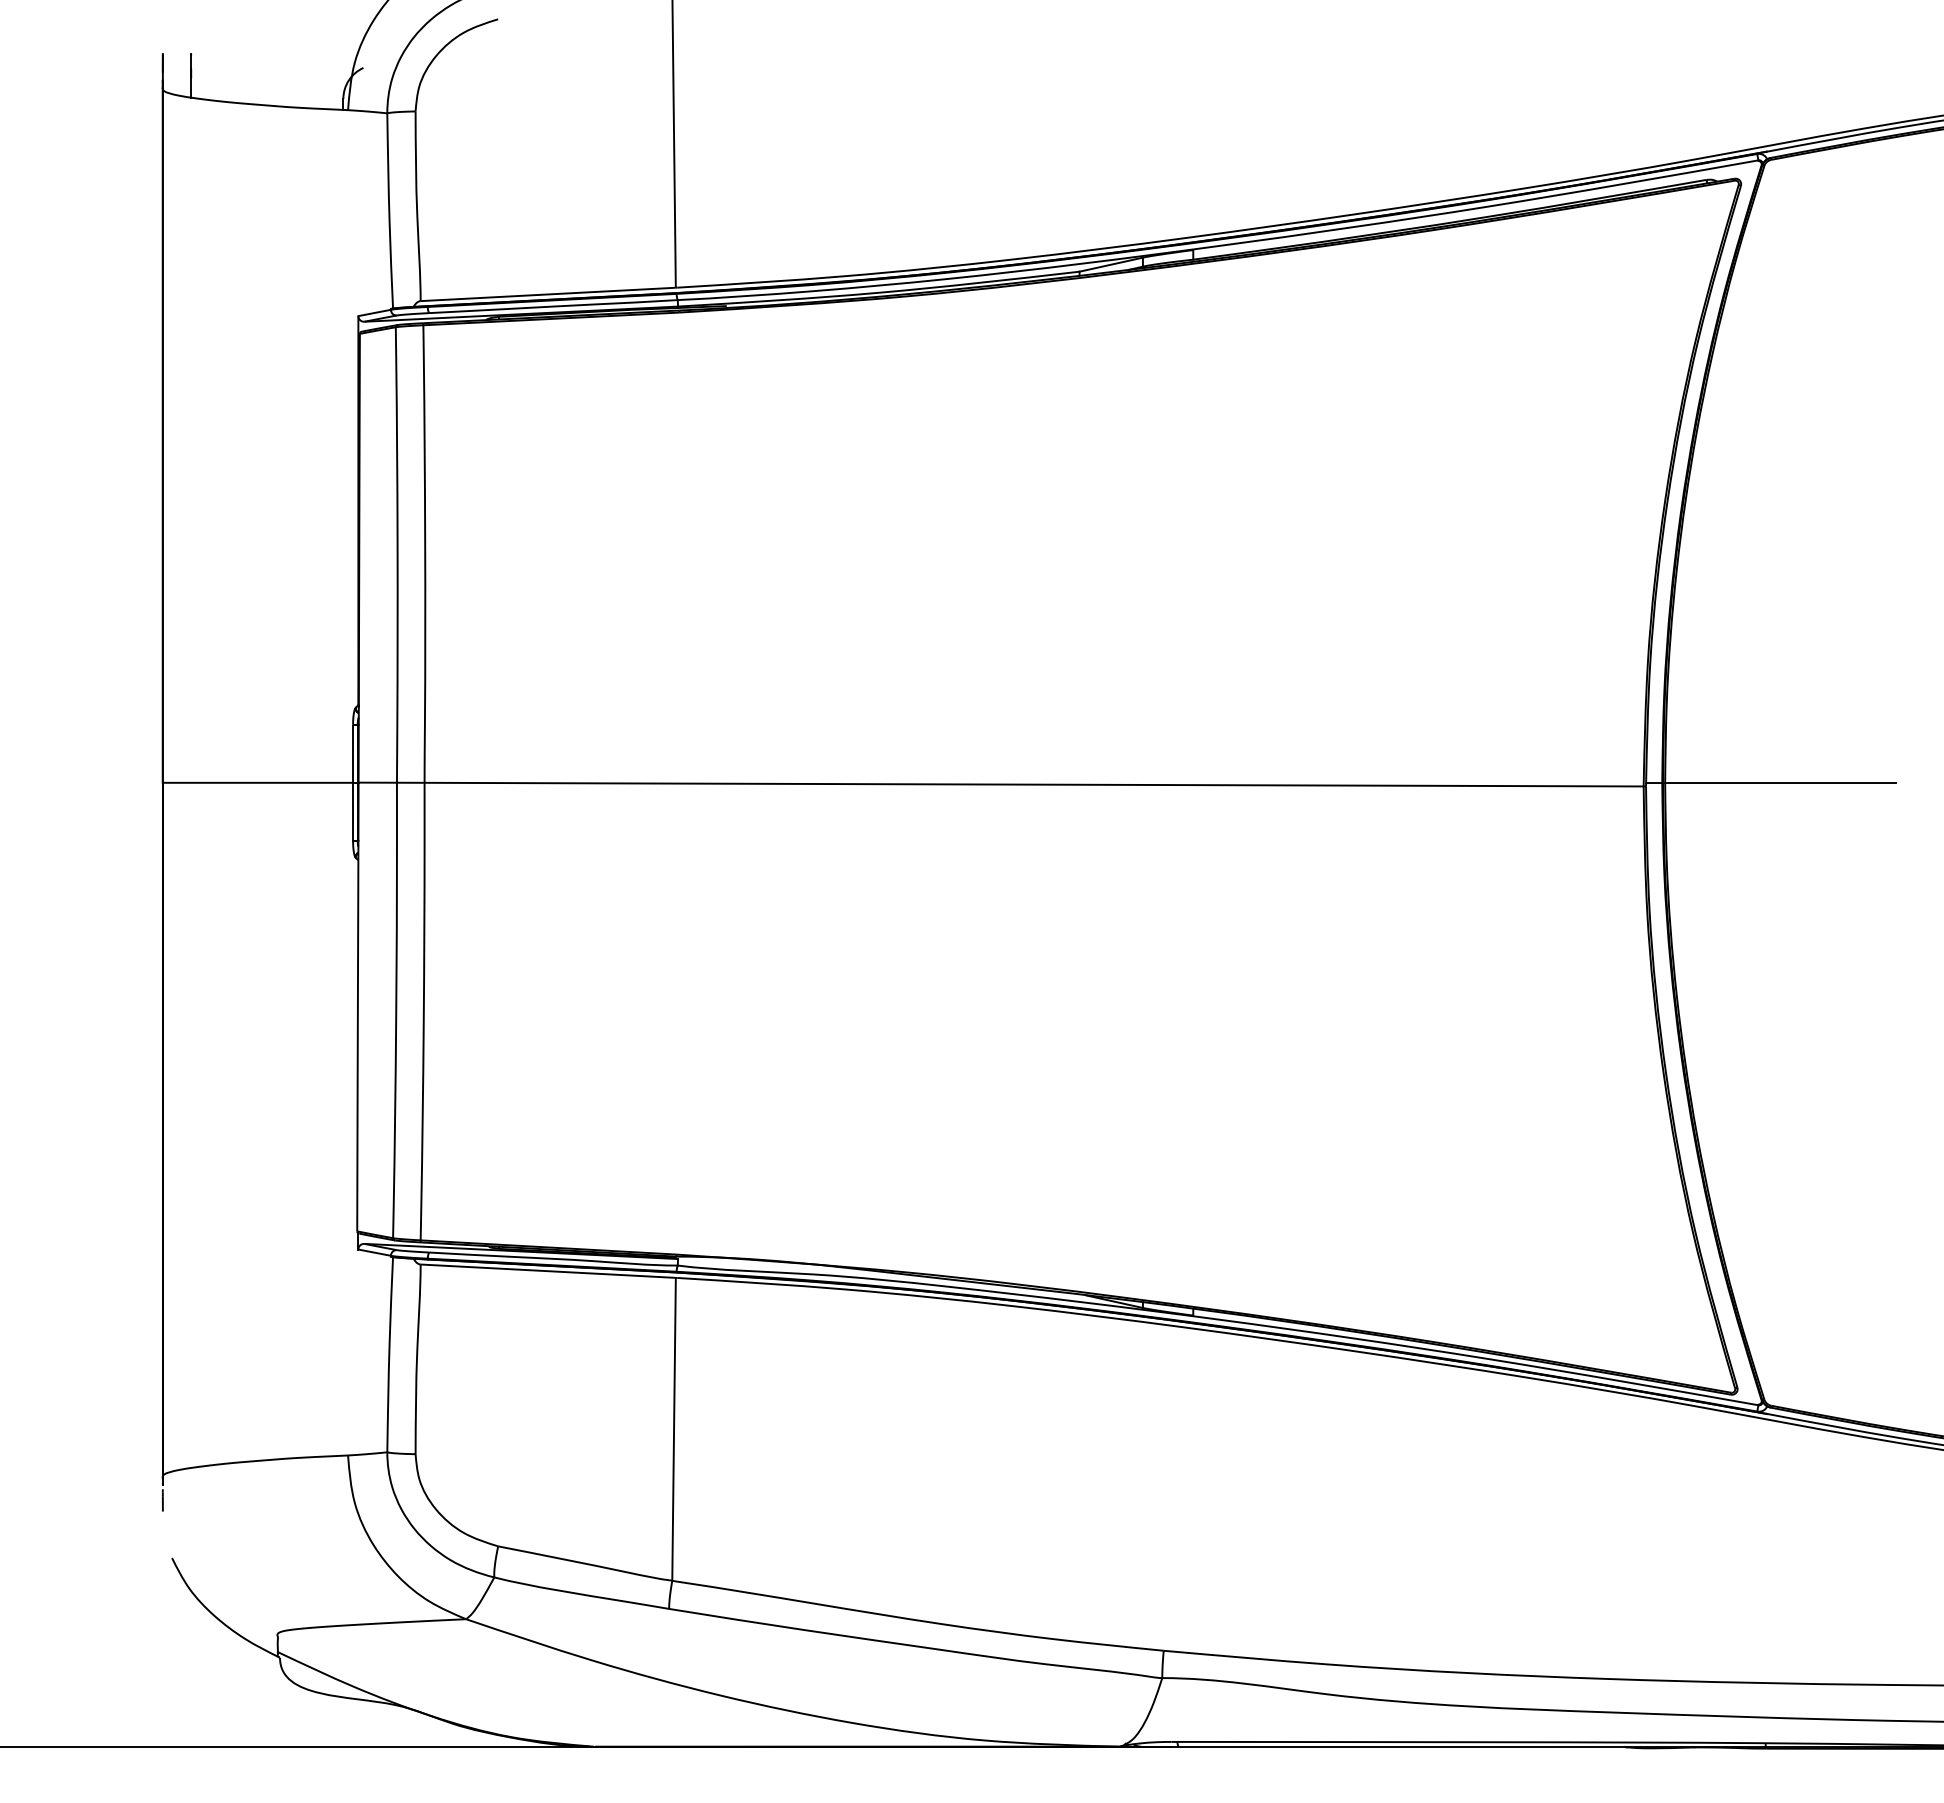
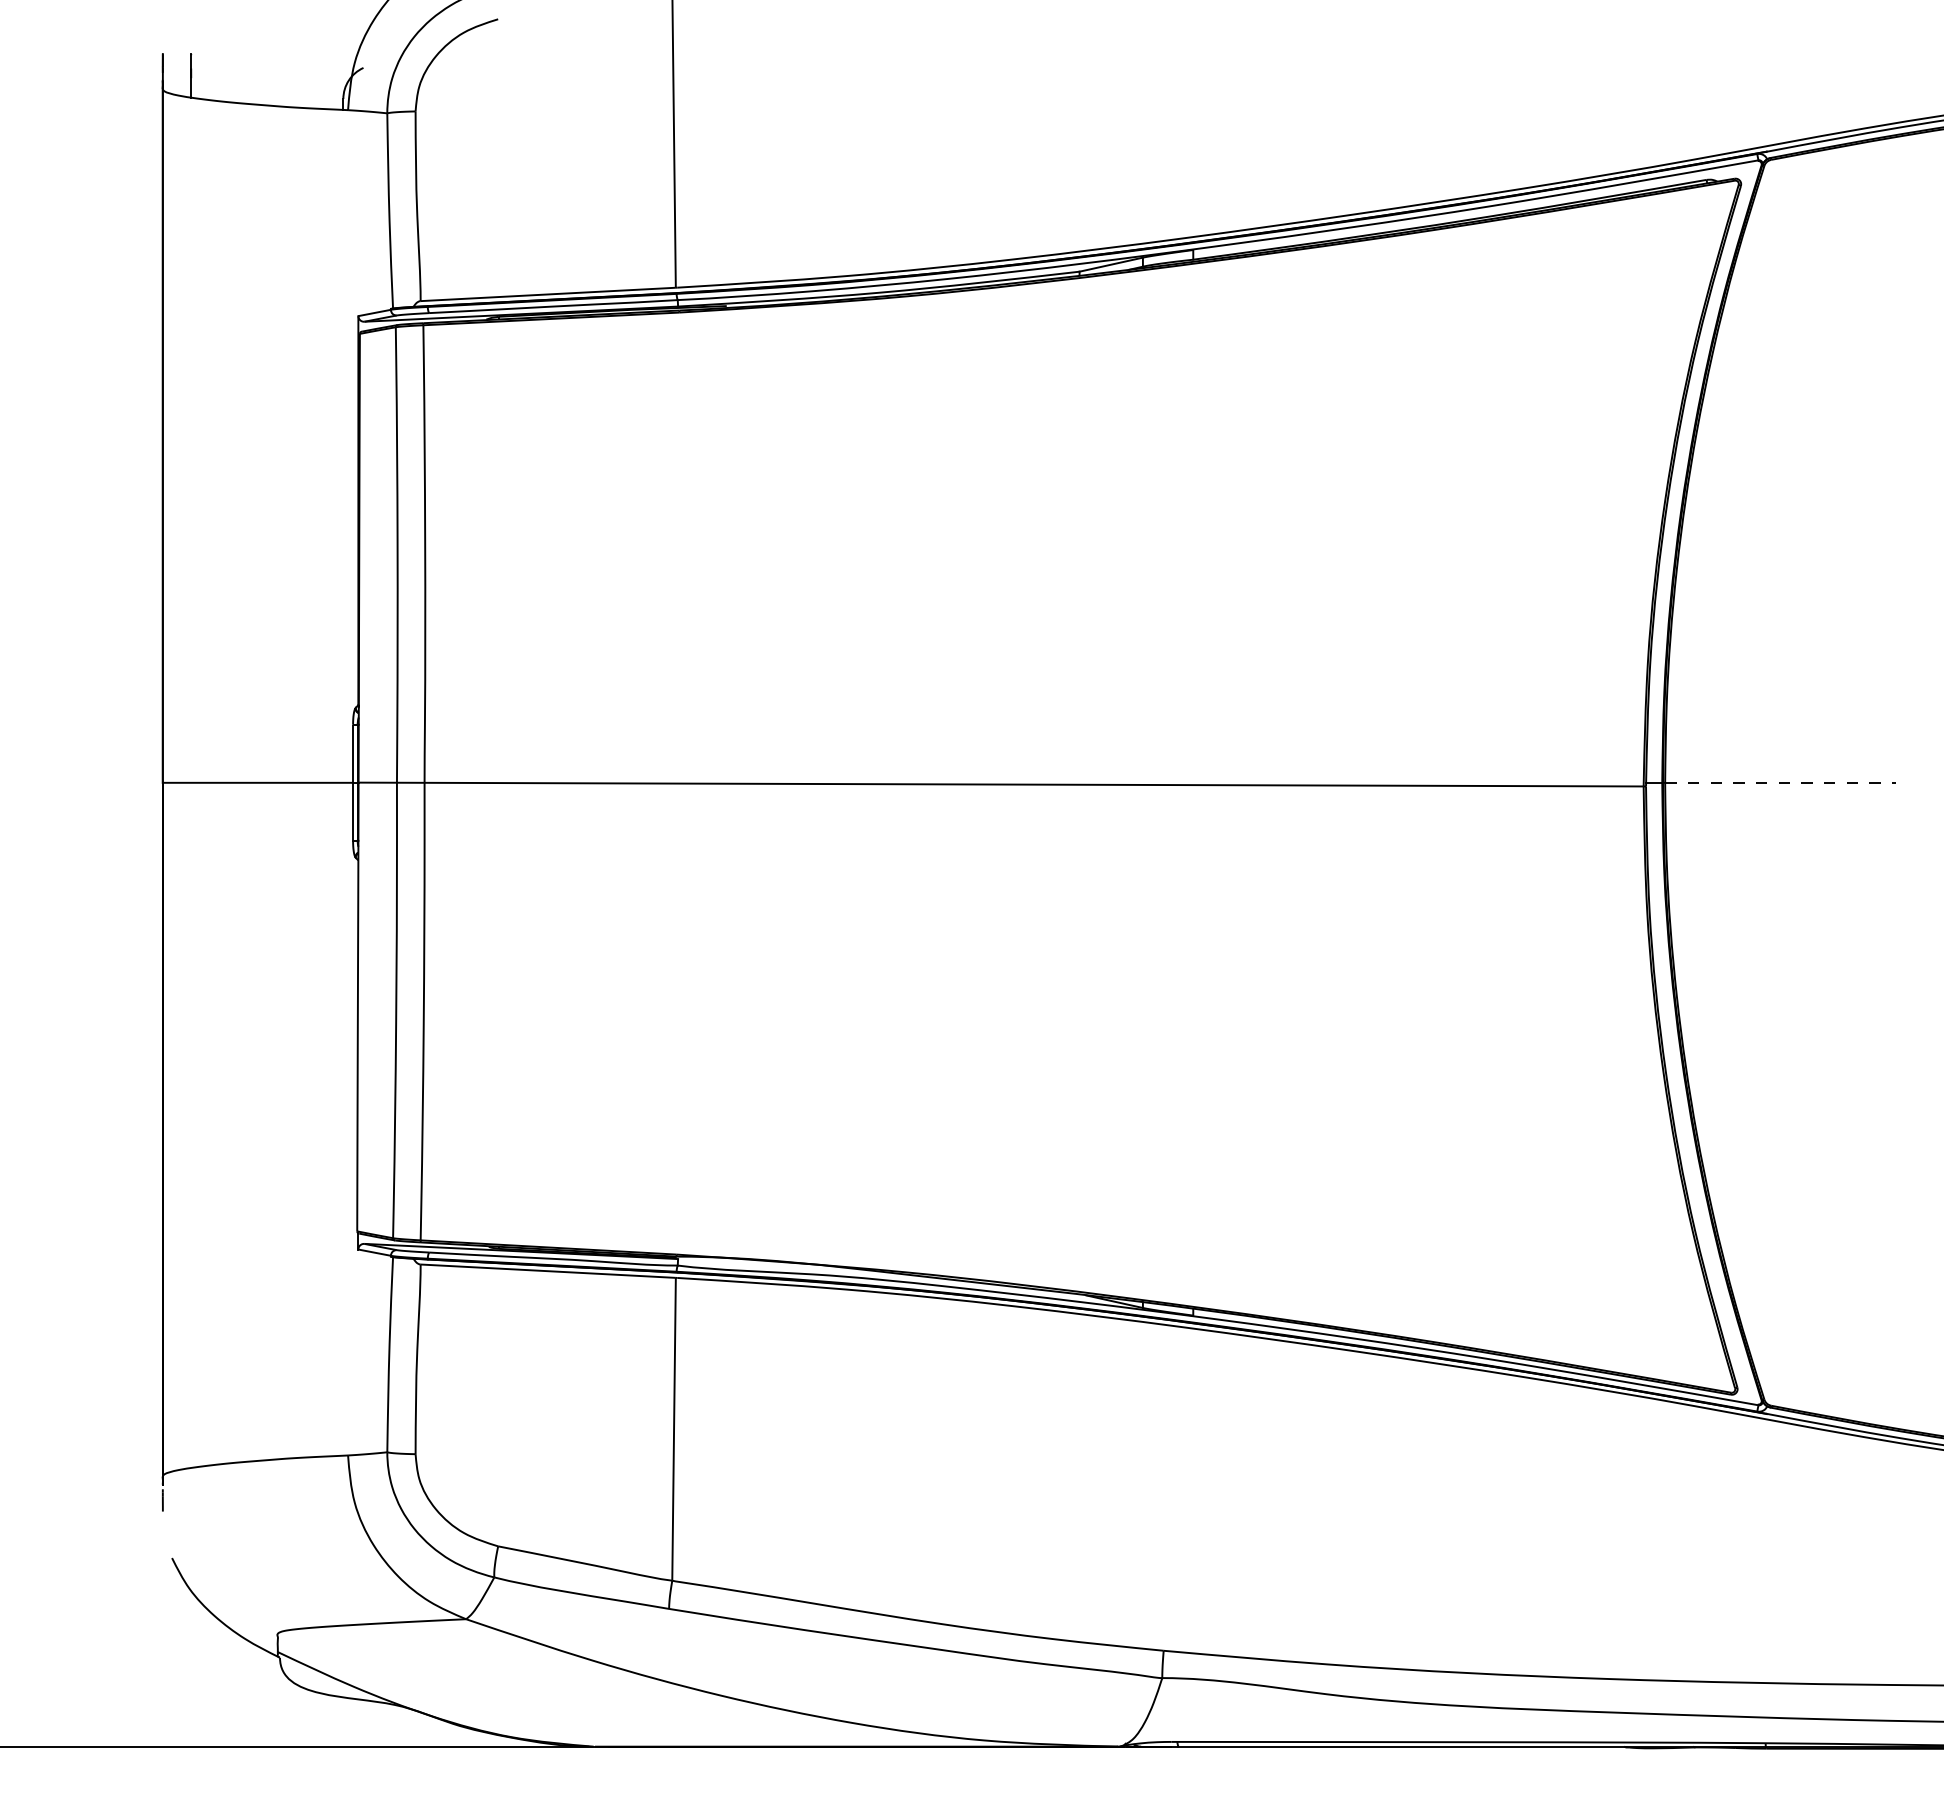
line at (1780, 782): solid -> dashed
